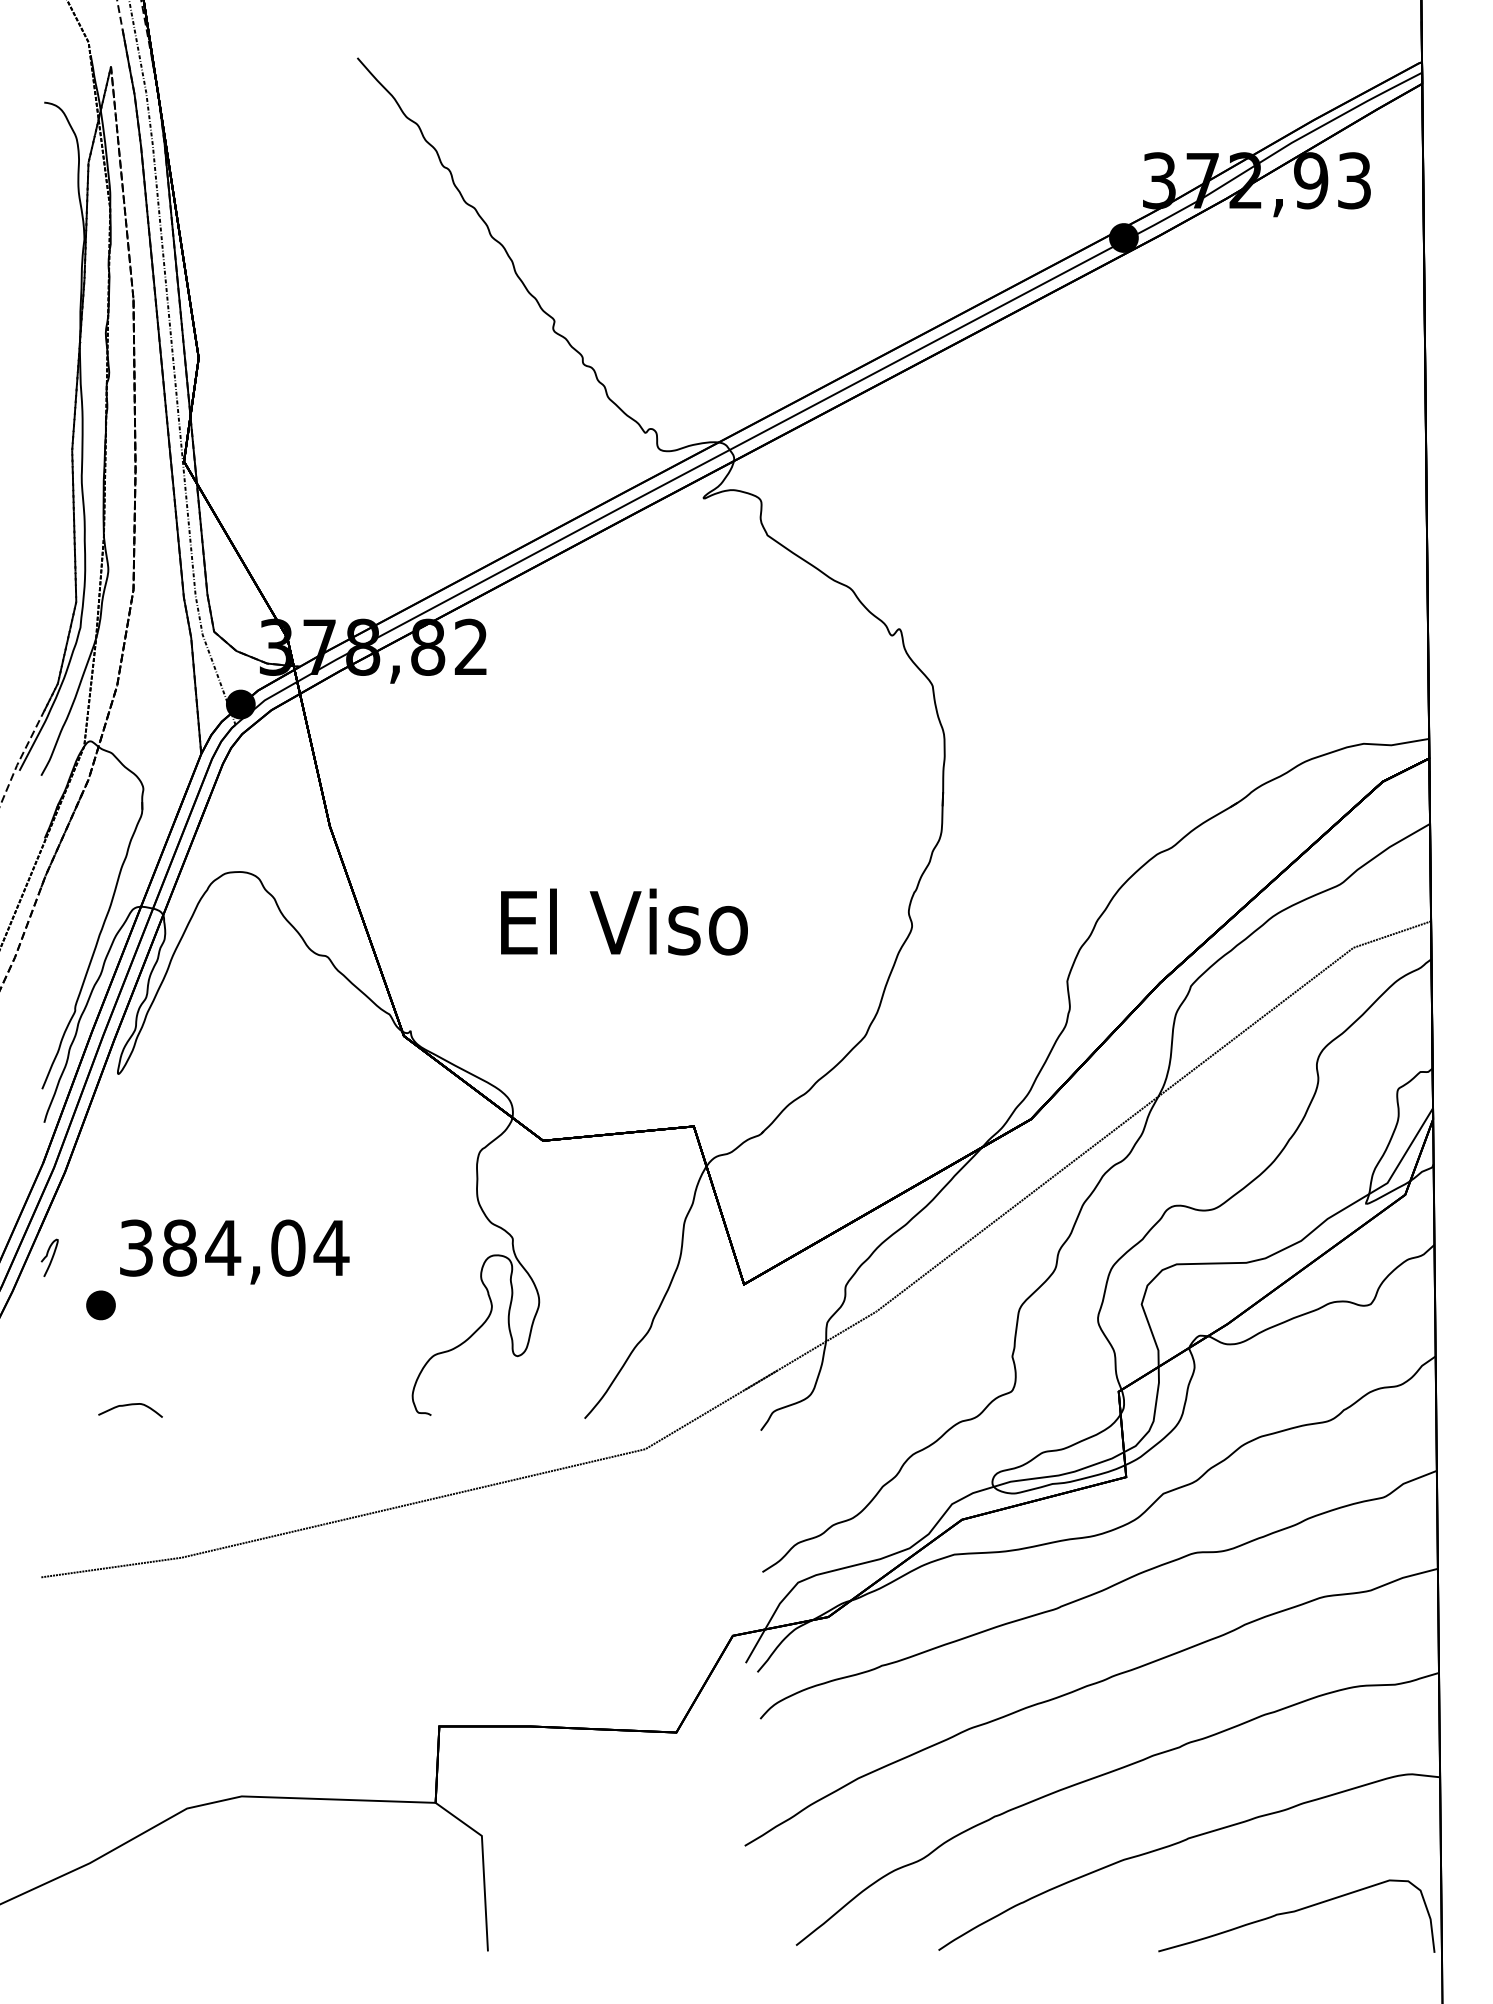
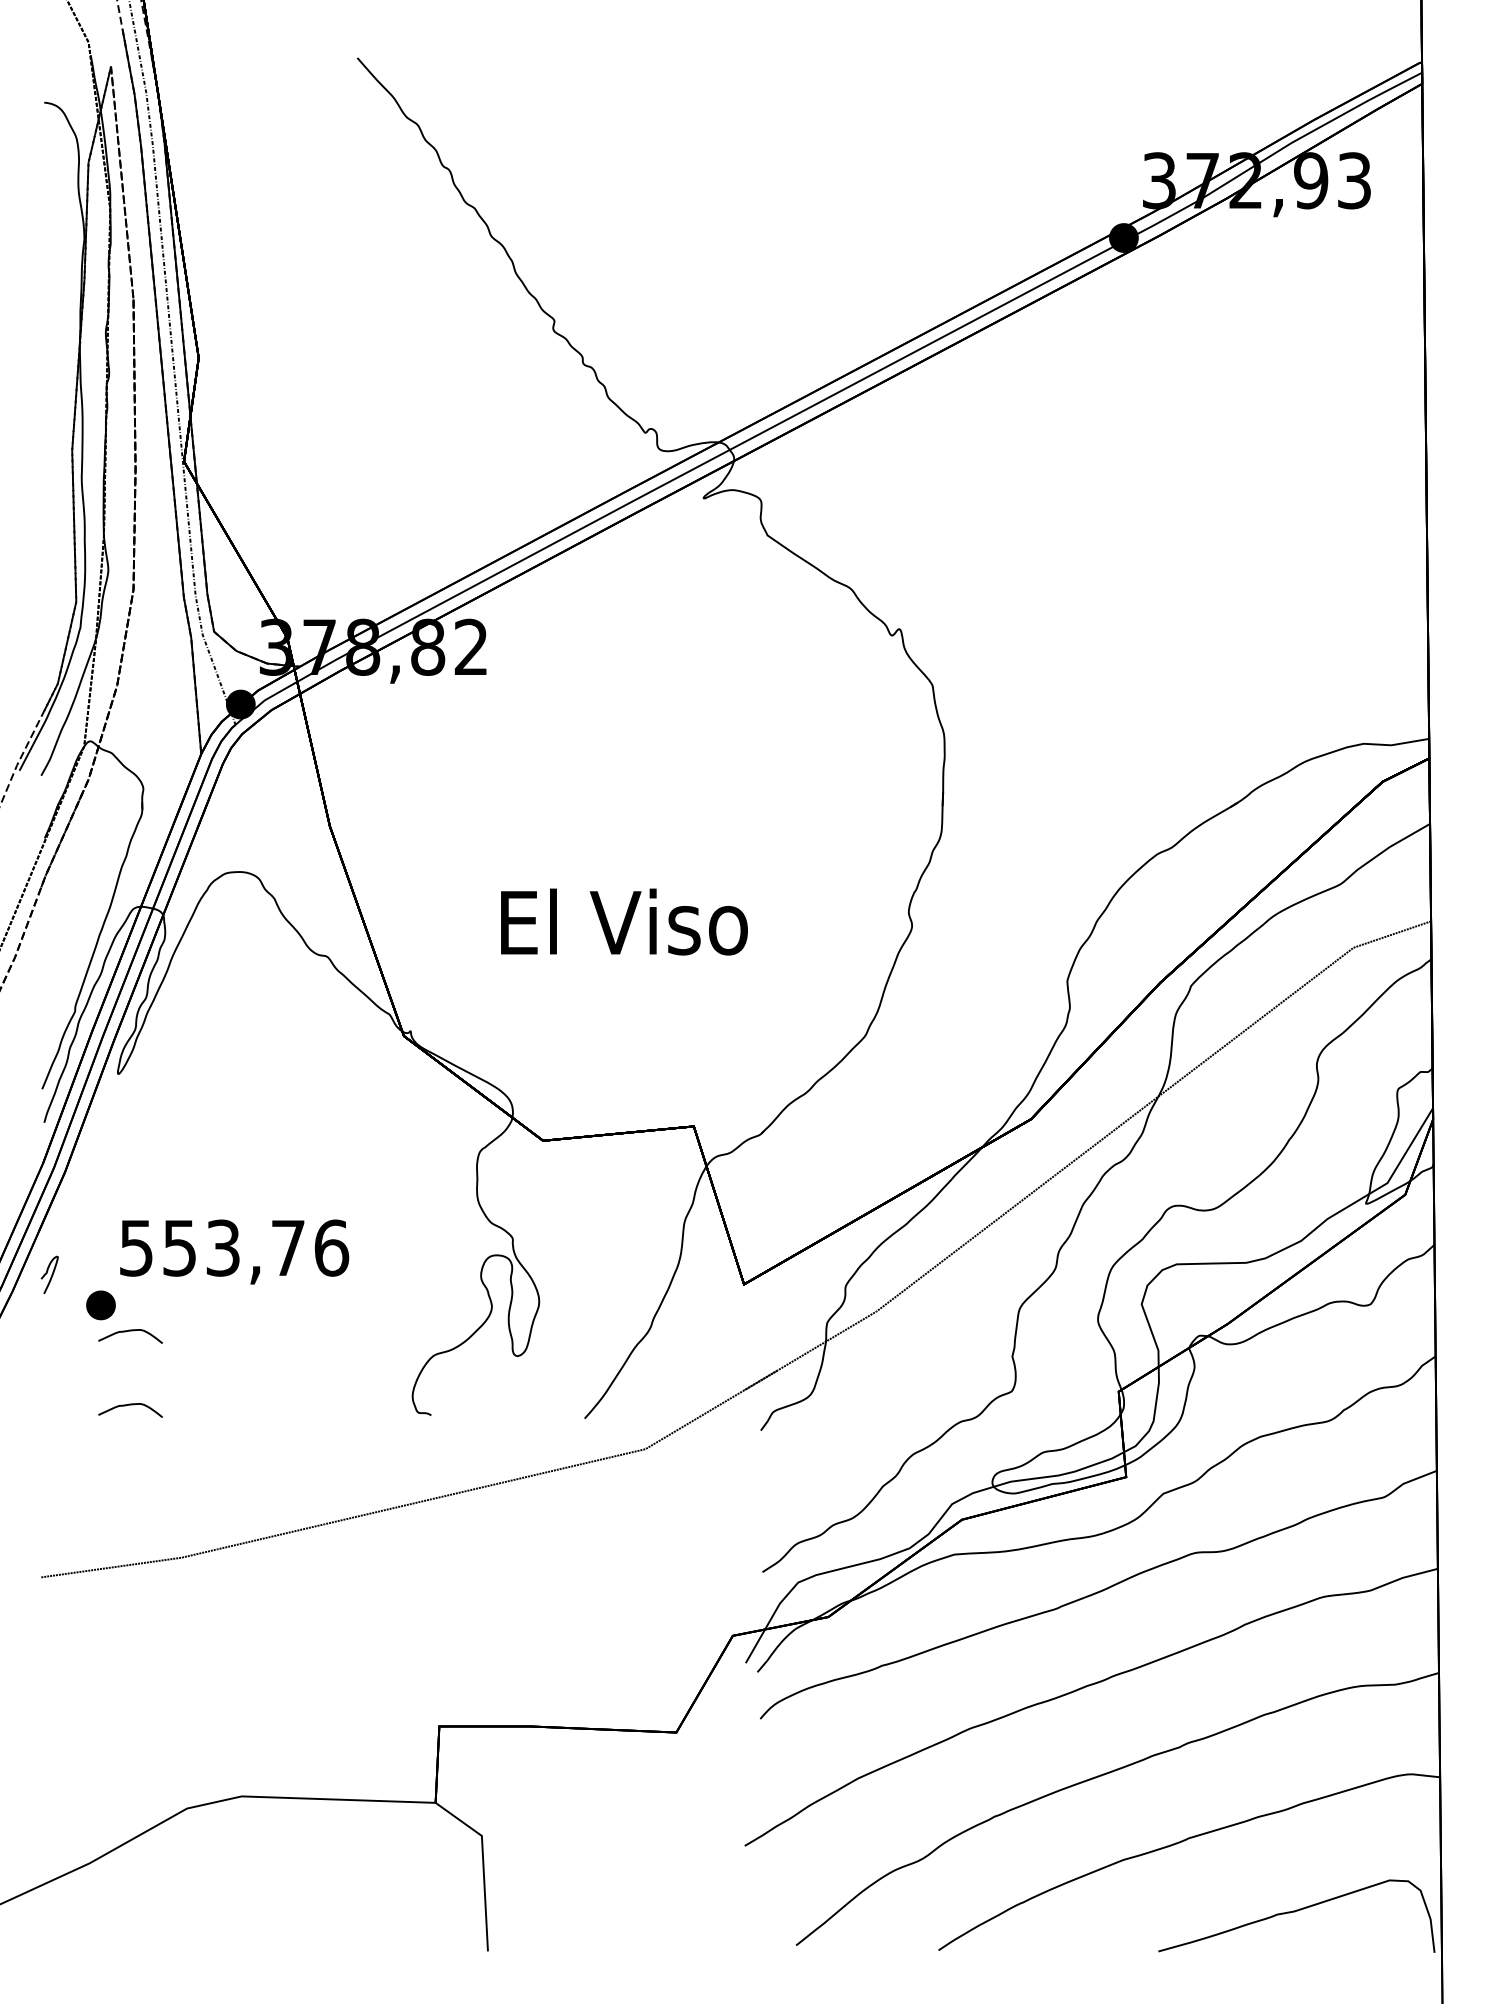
text at (234, 1247): 384,04 -> 553,76
curve at (51, 1257) position: (51, 1257) -> (51, 1274)
curve at (130, 1331): none -> present
